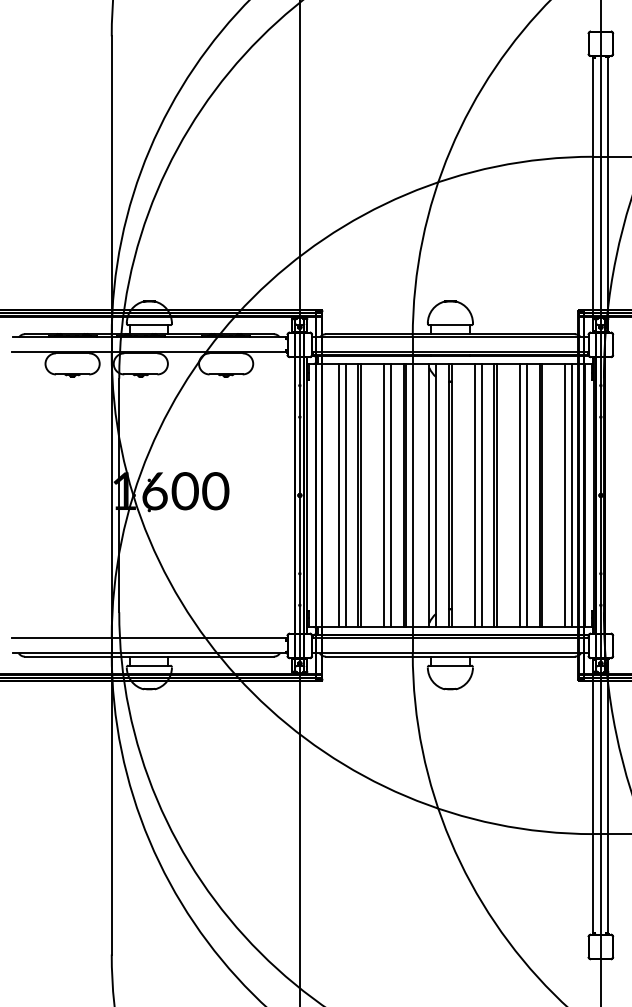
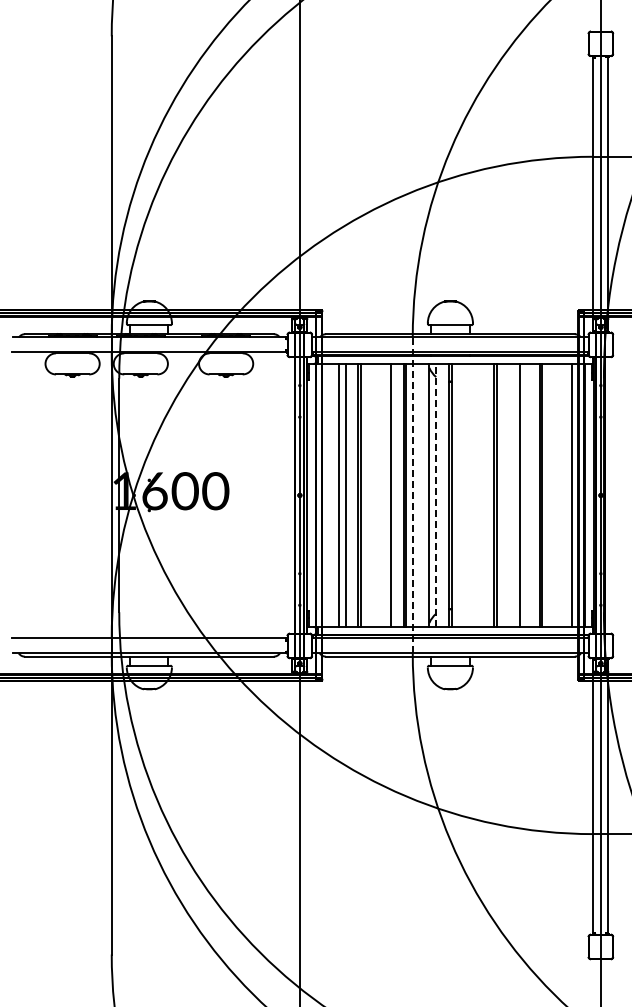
line at (412, 494): solid -> dashed
line at (384, 495): present -> none
line at (436, 495): solid -> dashed
line at (474, 495): present -> none
line at (481, 495): present -> none
line at (526, 495): present -> none
line at (565, 495): present -> none
